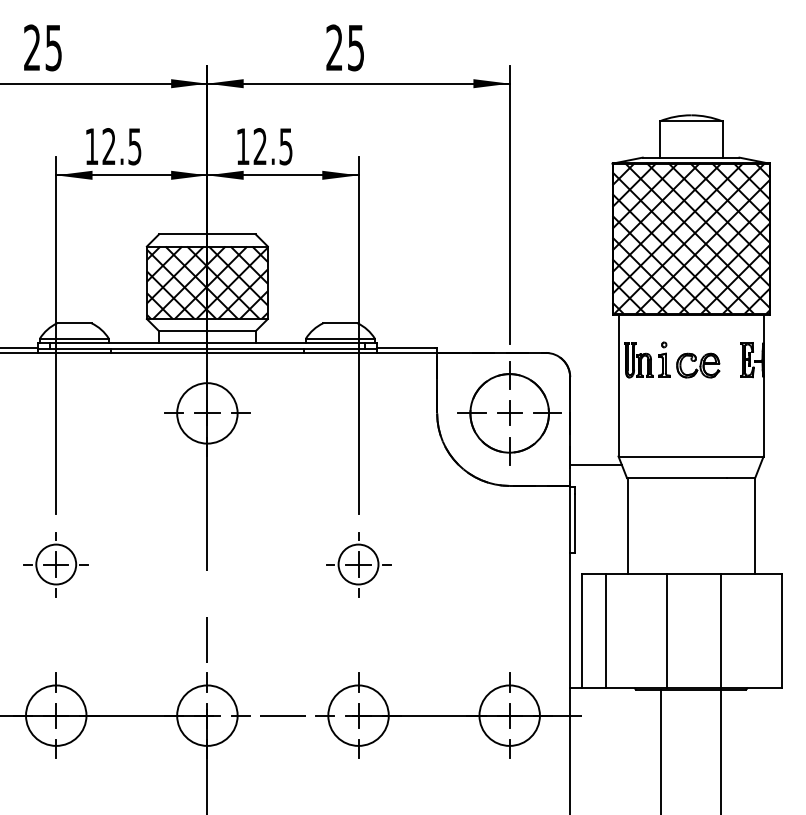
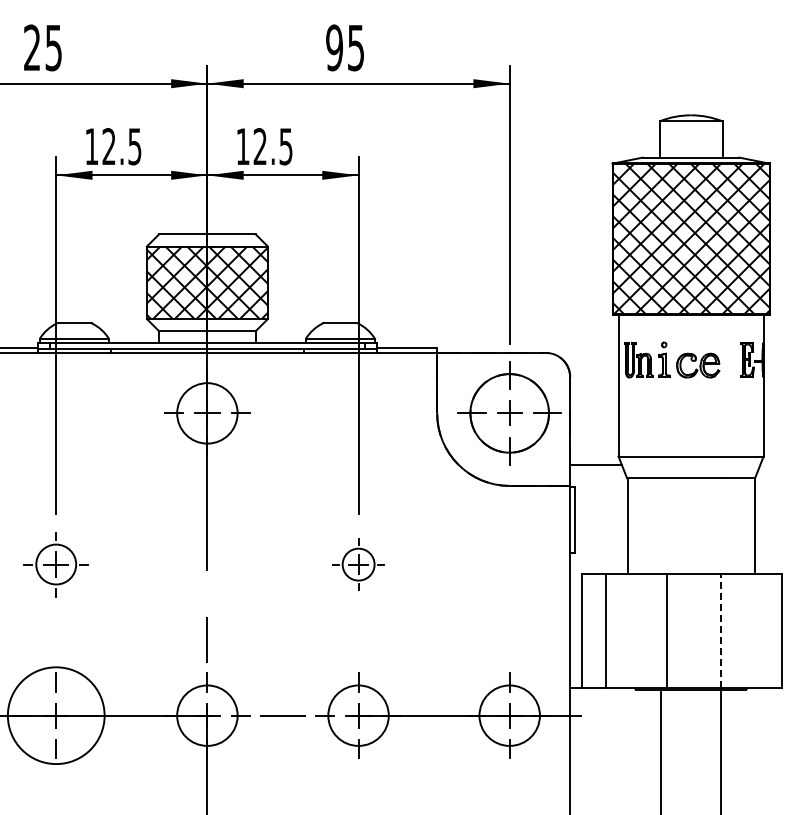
text at (334, 47): 25 -> 95
part at (358, 564) size: 66x66 px -> 53x53 px
line at (721, 630): solid -> dashed
circle at (56, 715) diameter: 60 px -> 97 px
